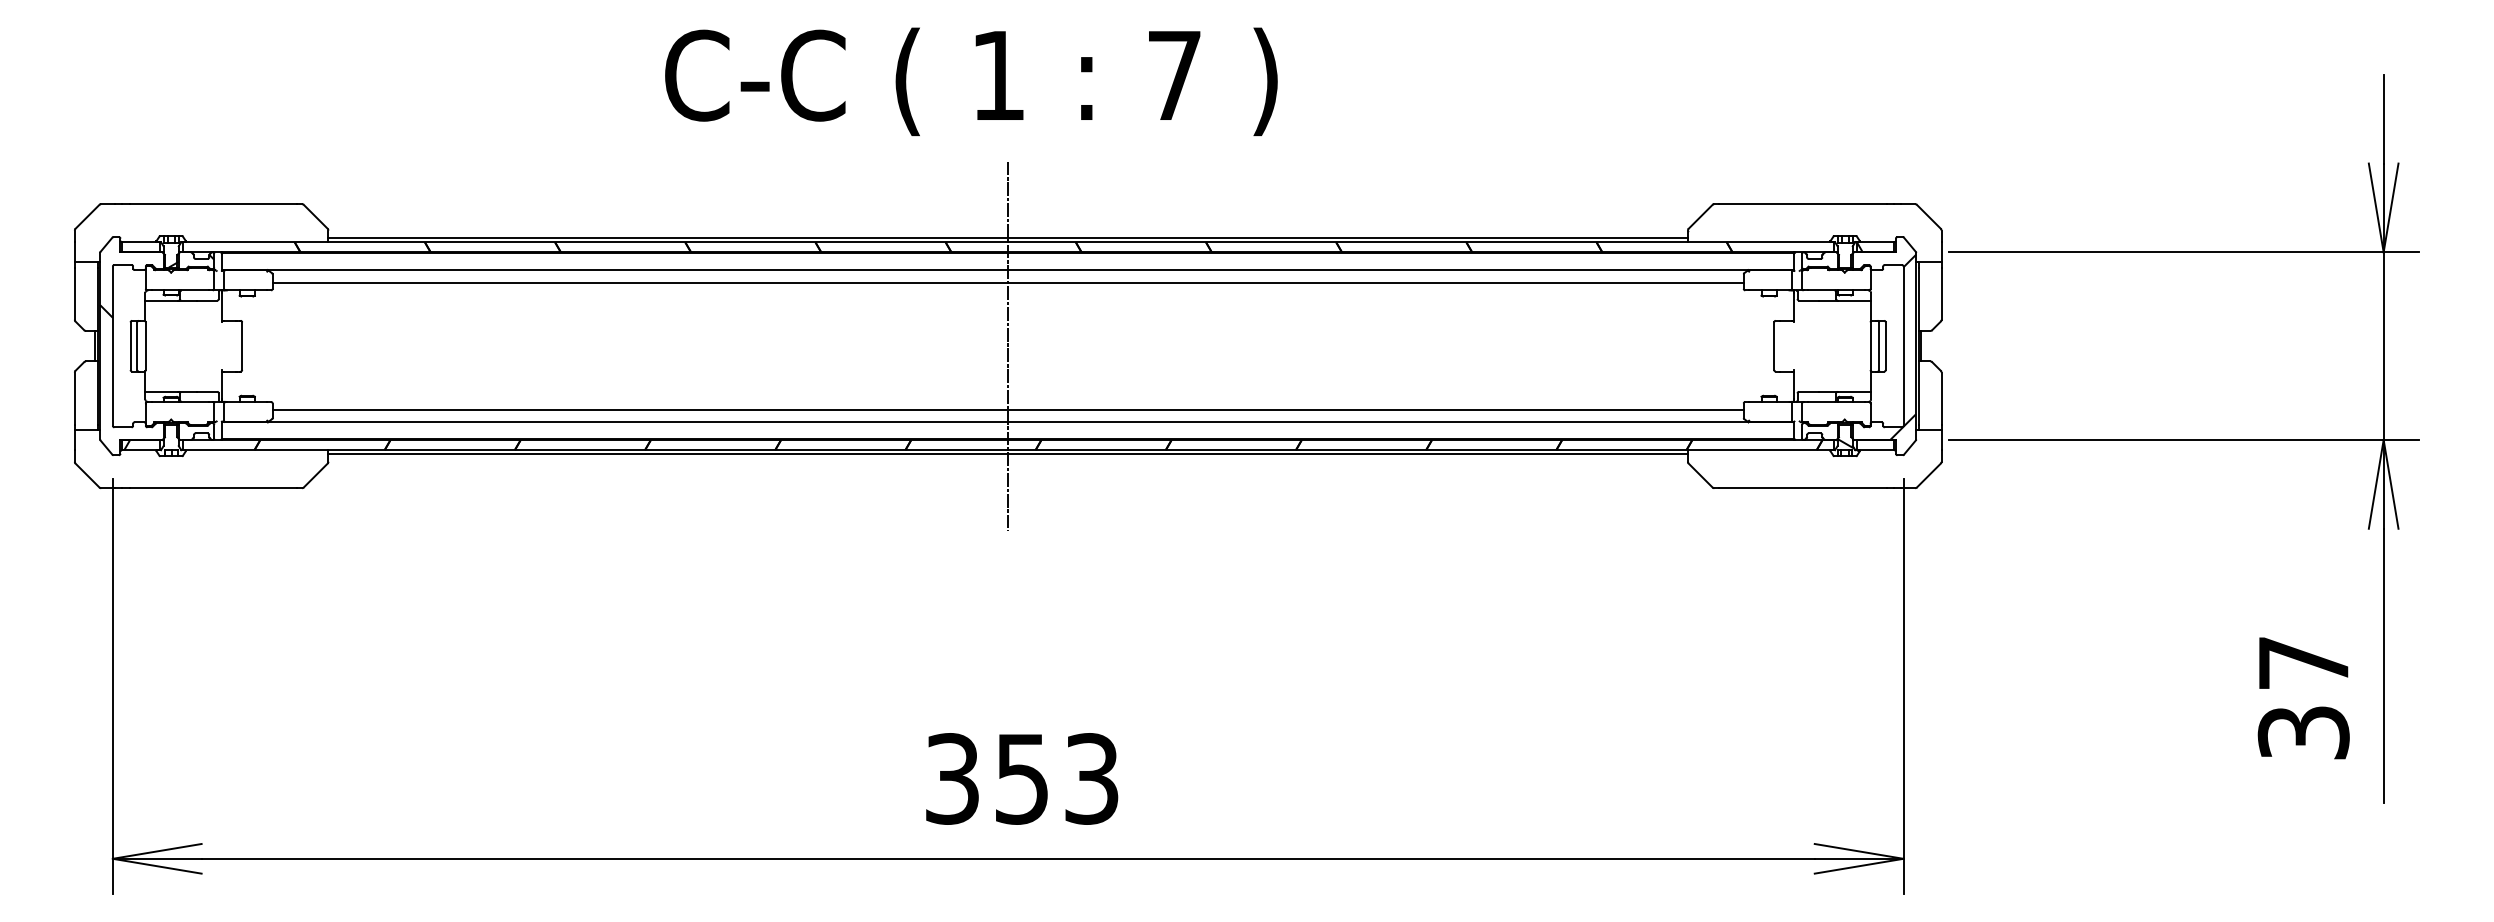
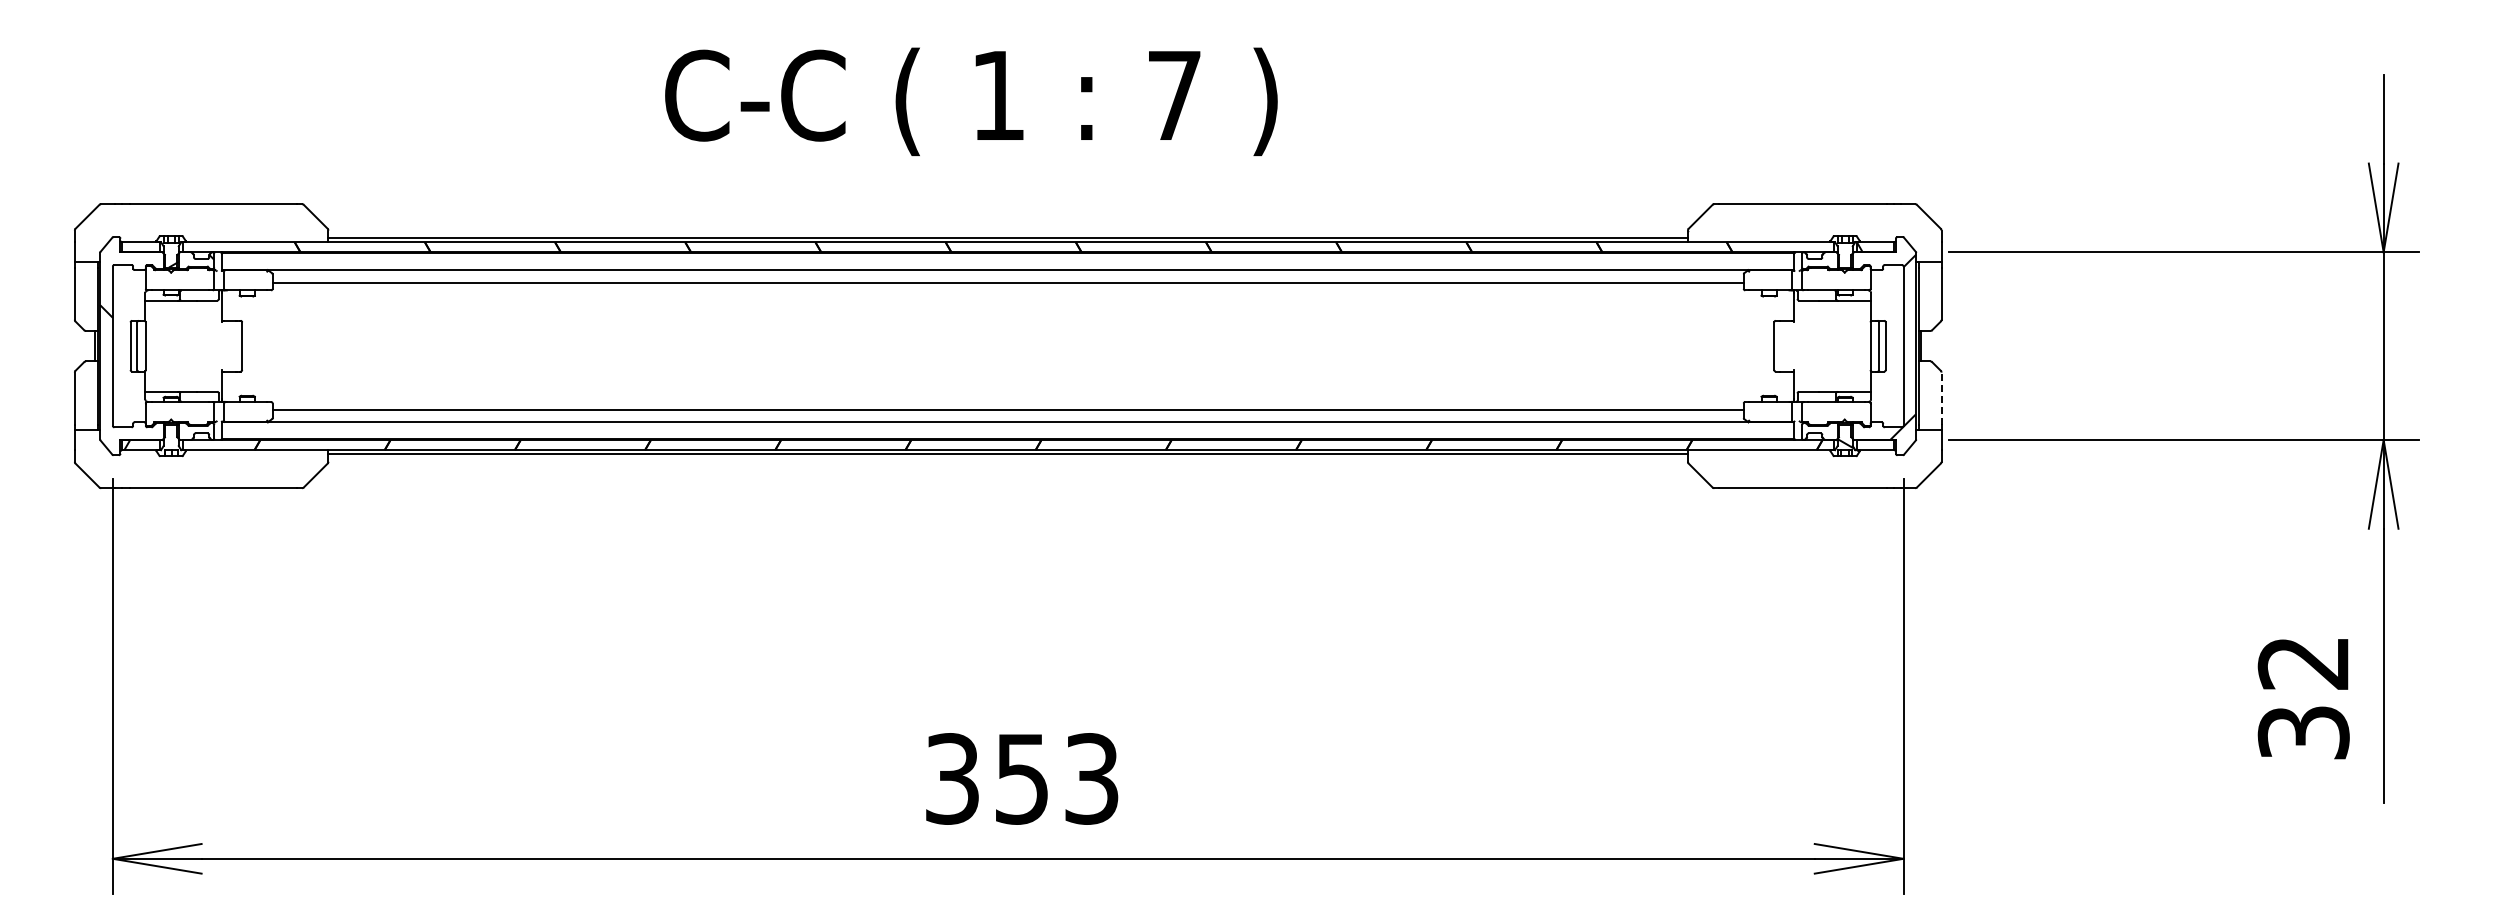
text at (971, 81) position: (971, 81) -> (971, 101)
line at (1008, 345): present -> none
line at (1941, 398): solid -> dashed
text at (2302, 663): 37 -> 32
